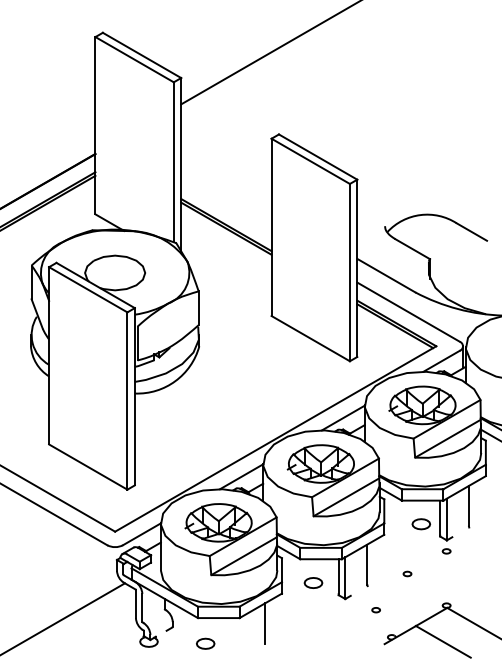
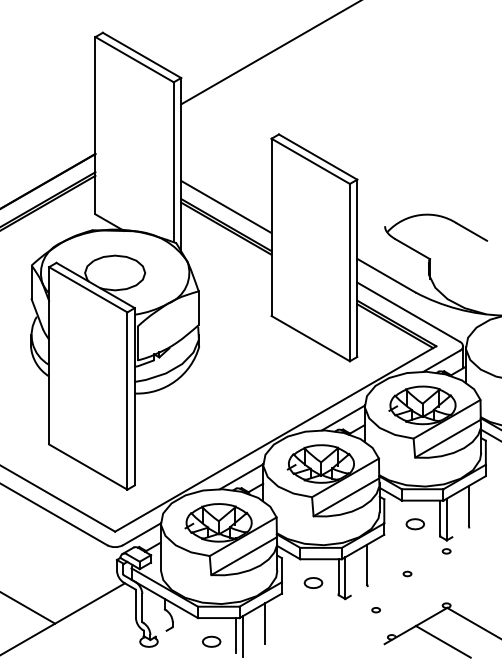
line at (226, 206): none -> present
part at (421, 524) position: (421, 524) -> (415, 524)
line at (28, 608): none -> present
line at (236, 635): none -> present
line at (242, 636): none -> present
part at (205, 643) position: (205, 643) -> (211, 641)
